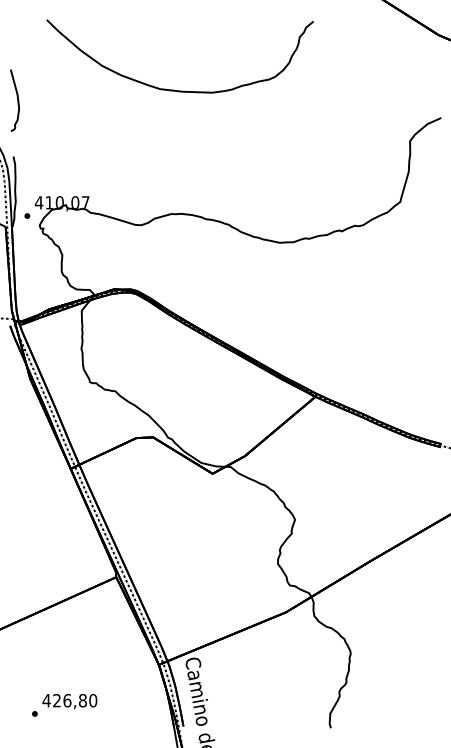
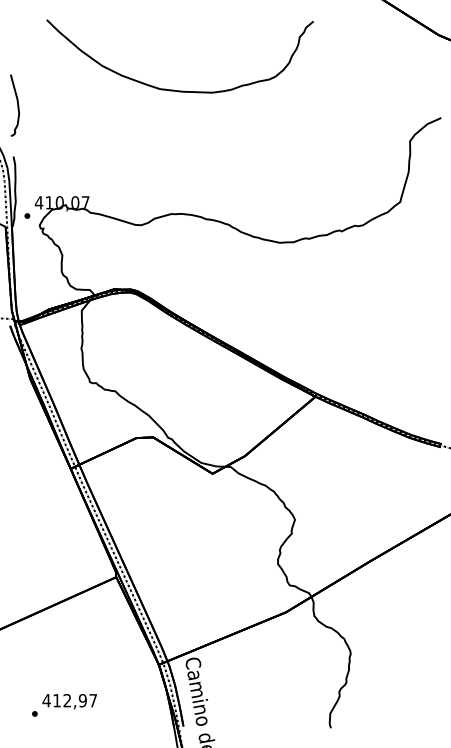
curve at (17, 100) position: (17, 100) -> (17, 105)
text at (75, 700): 426,80 -> 412,97
